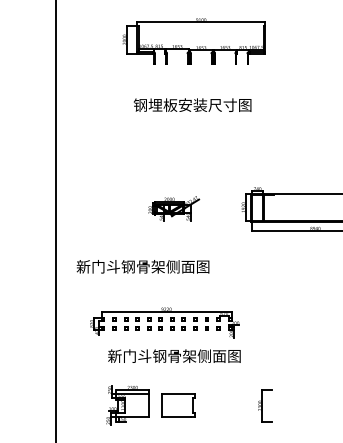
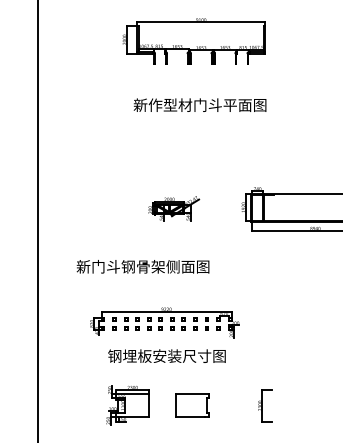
text at (199, 104): 钢埋板安装尺寸图 -> 新作型材门斗平面图
line at (55, 220) position: (55, 220) -> (37, 220)
text at (174, 355): 新门斗钢骨架侧面图 -> 钢埋板安装尺寸图
part at (178, 405) position: (178, 405) -> (192, 405)
